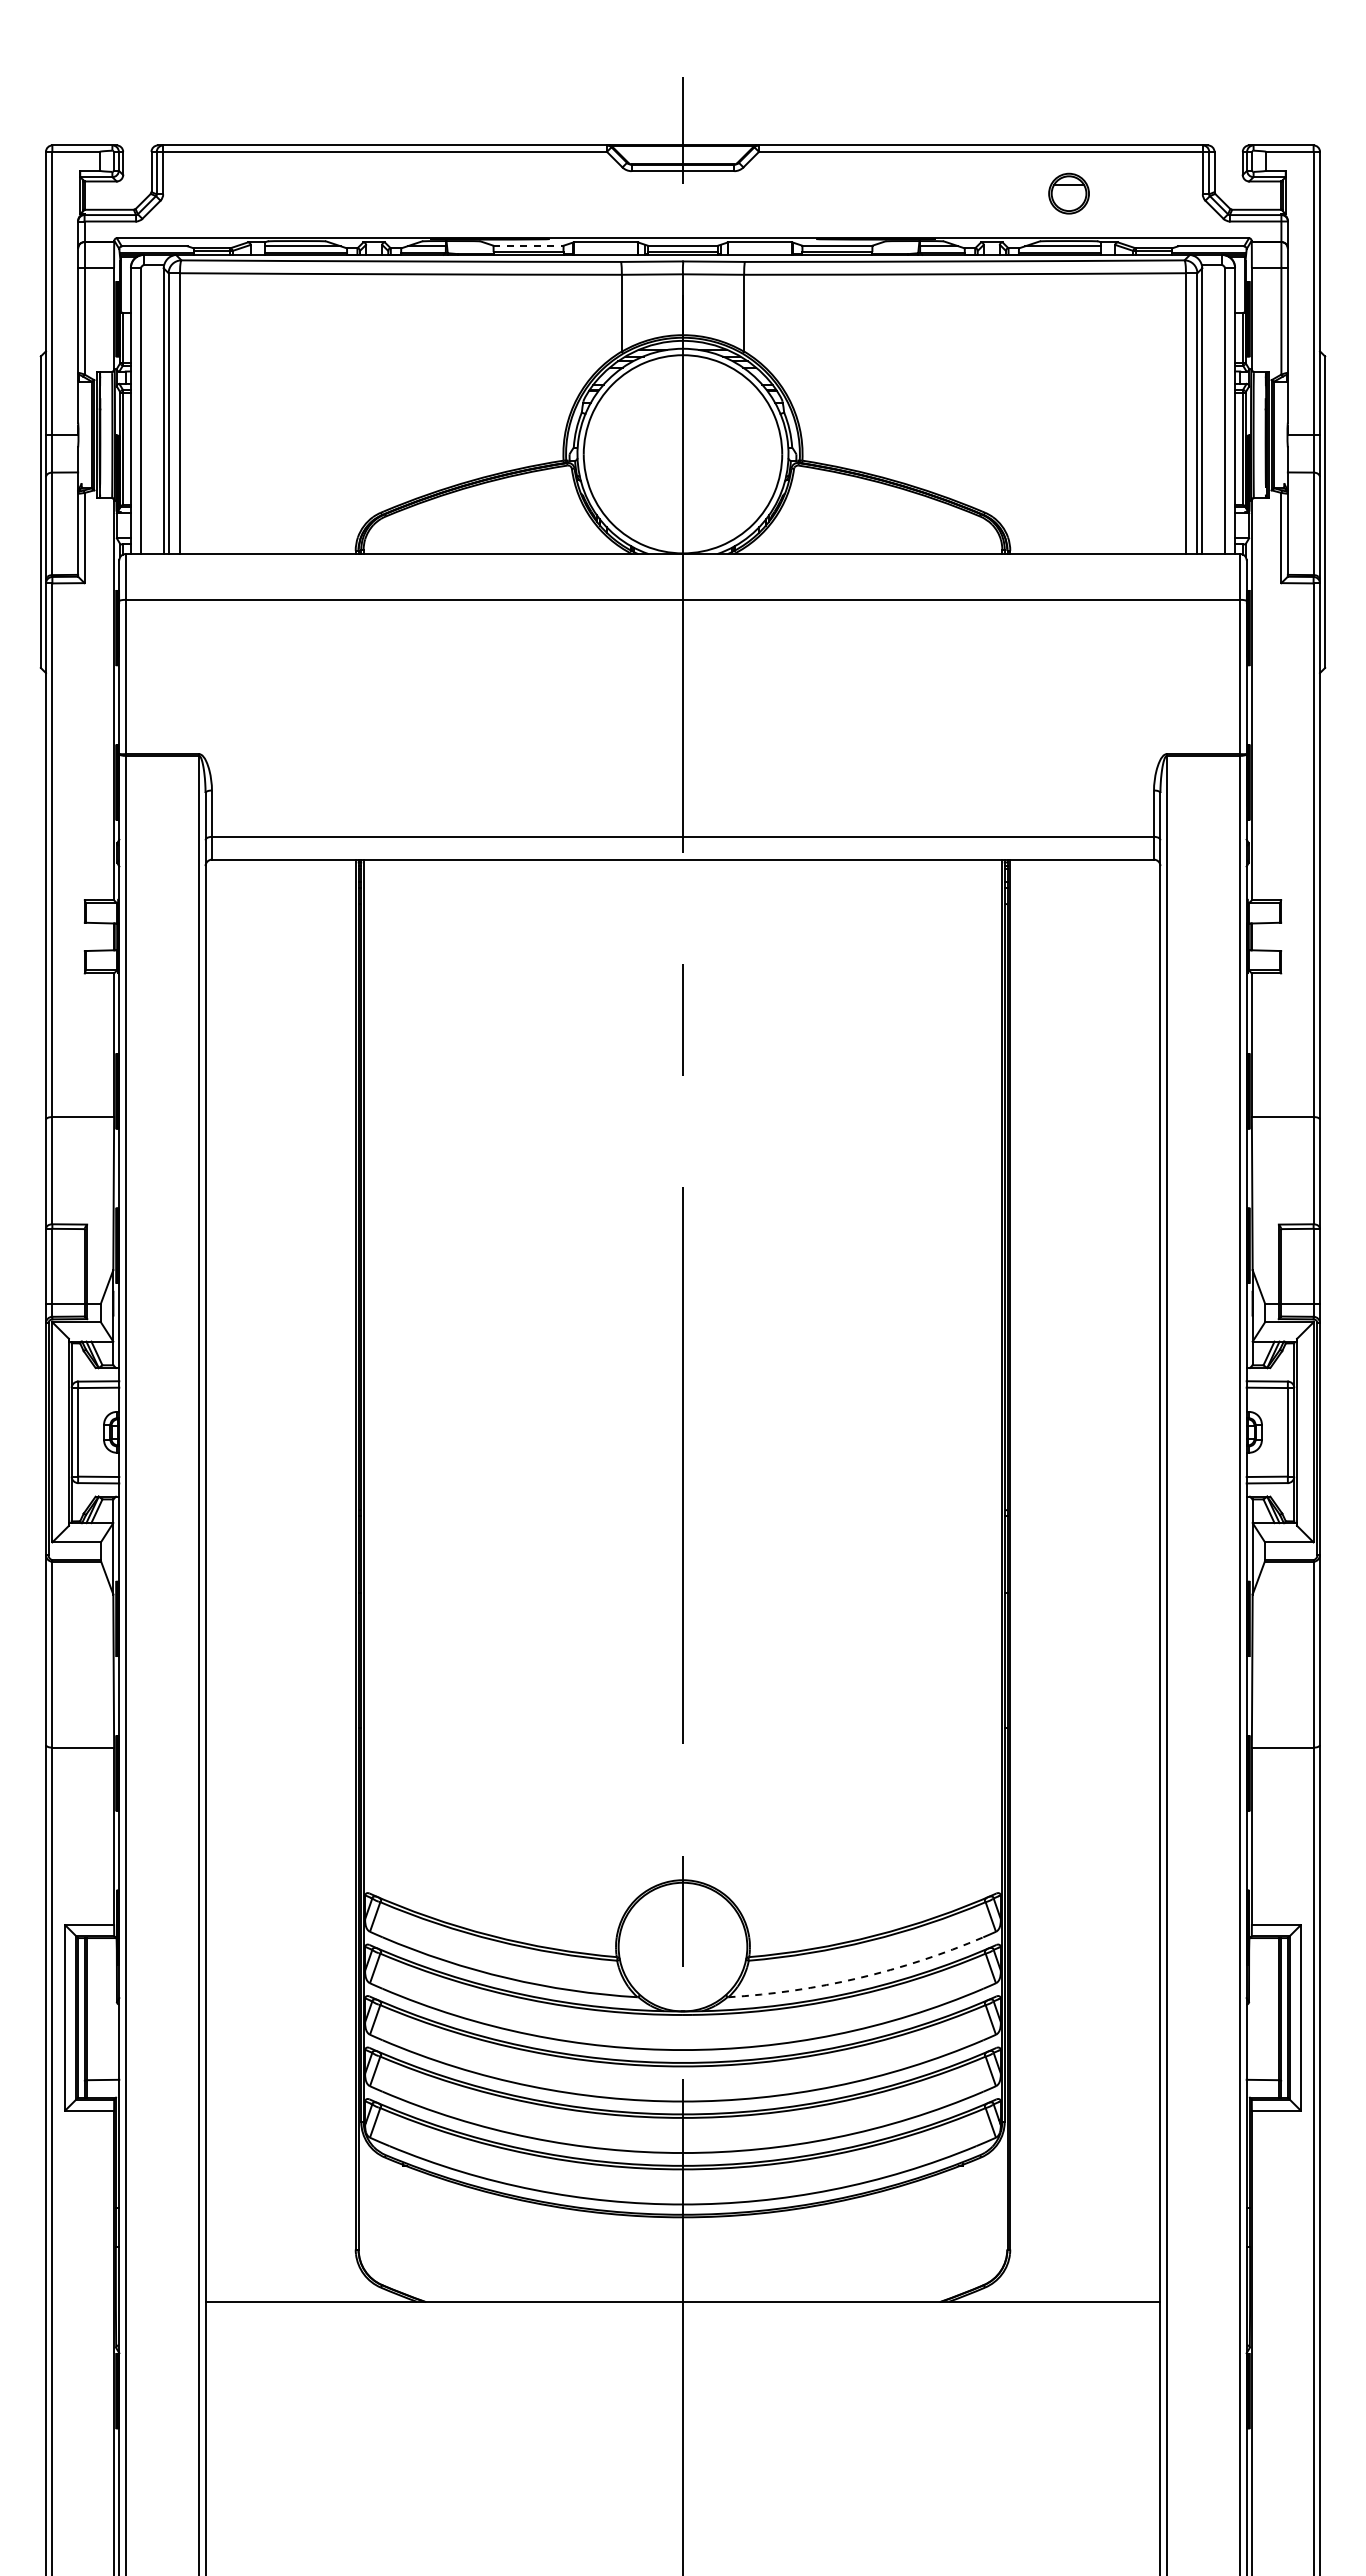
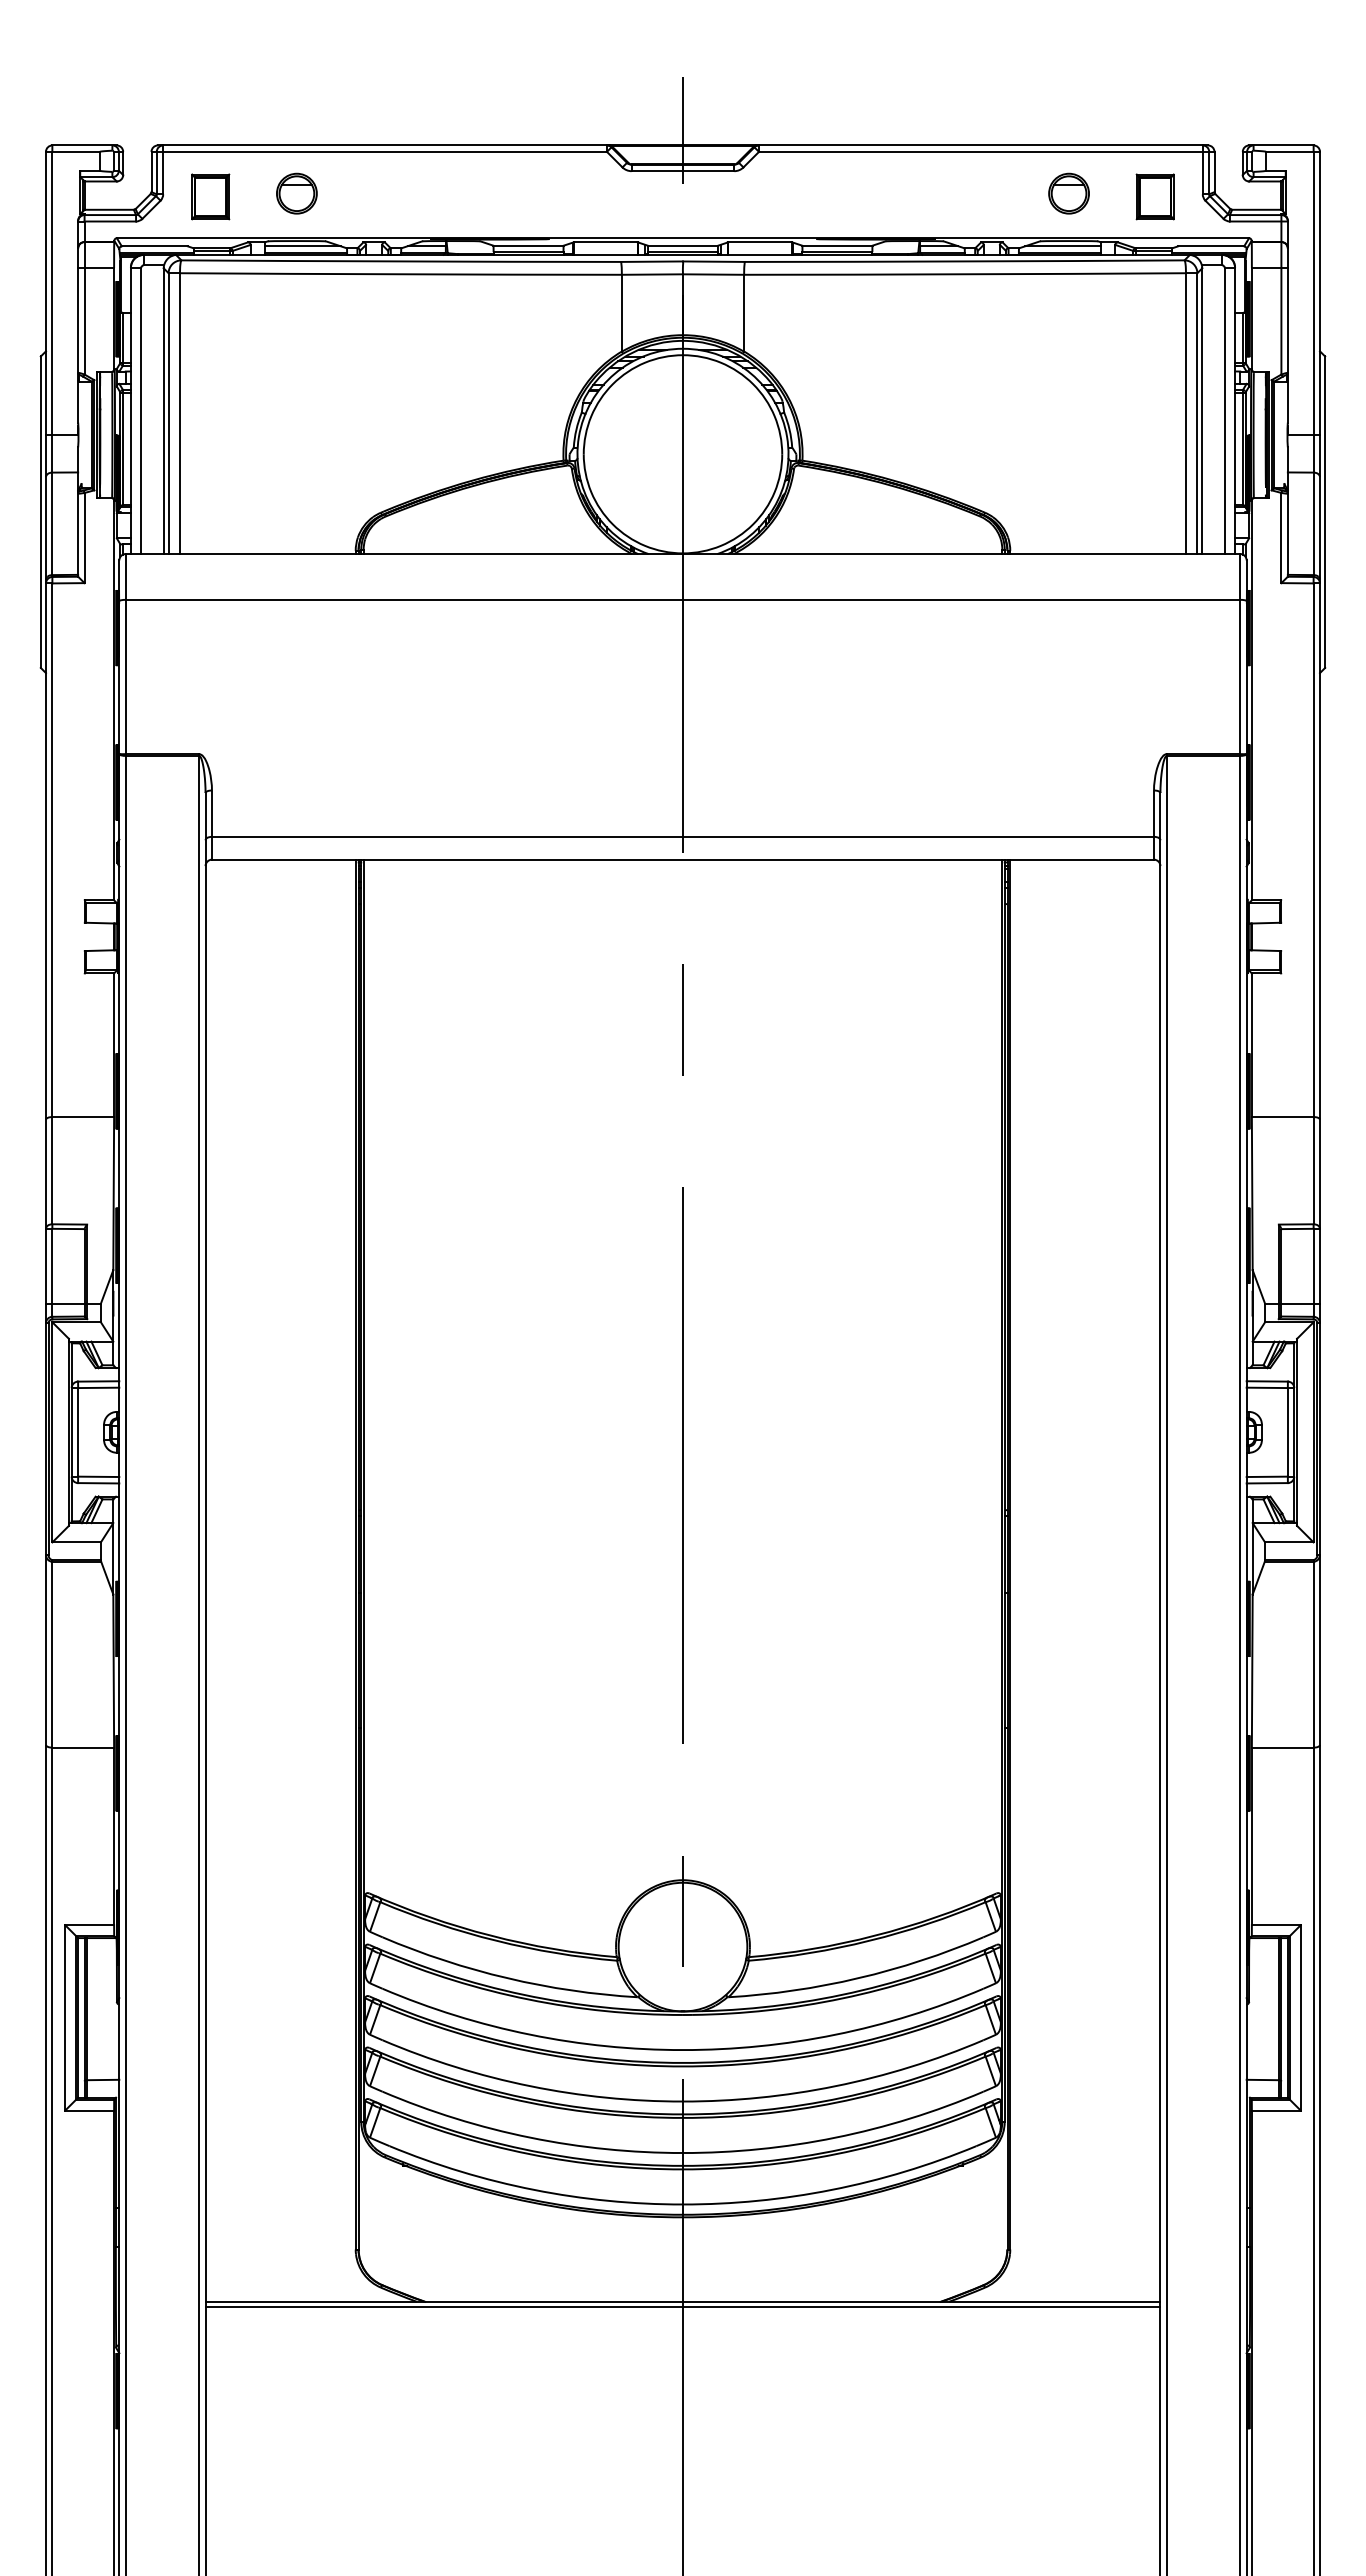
part at (296, 193): none -> present
part at (210, 196): none -> present
part at (1154, 196): none -> present
line at (529, 245): dashed -> solid
arc at (858, 1978): dashed -> solid
line at (682, 2306): none -> present
